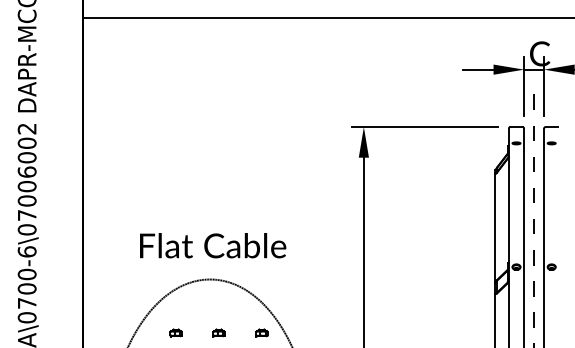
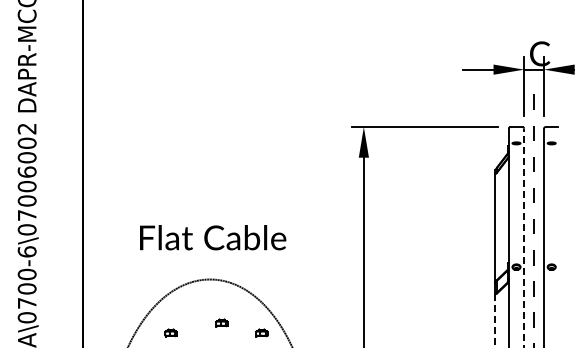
line at (327, 18): present -> none
line at (524, 237): solid -> dashed
text at (213, 245) position: (213, 245) -> (213, 237)
line at (495, 320): solid -> dashed
part at (175, 332) position: (175, 332) -> (170, 332)
part at (218, 332) position: (218, 332) -> (221, 322)
